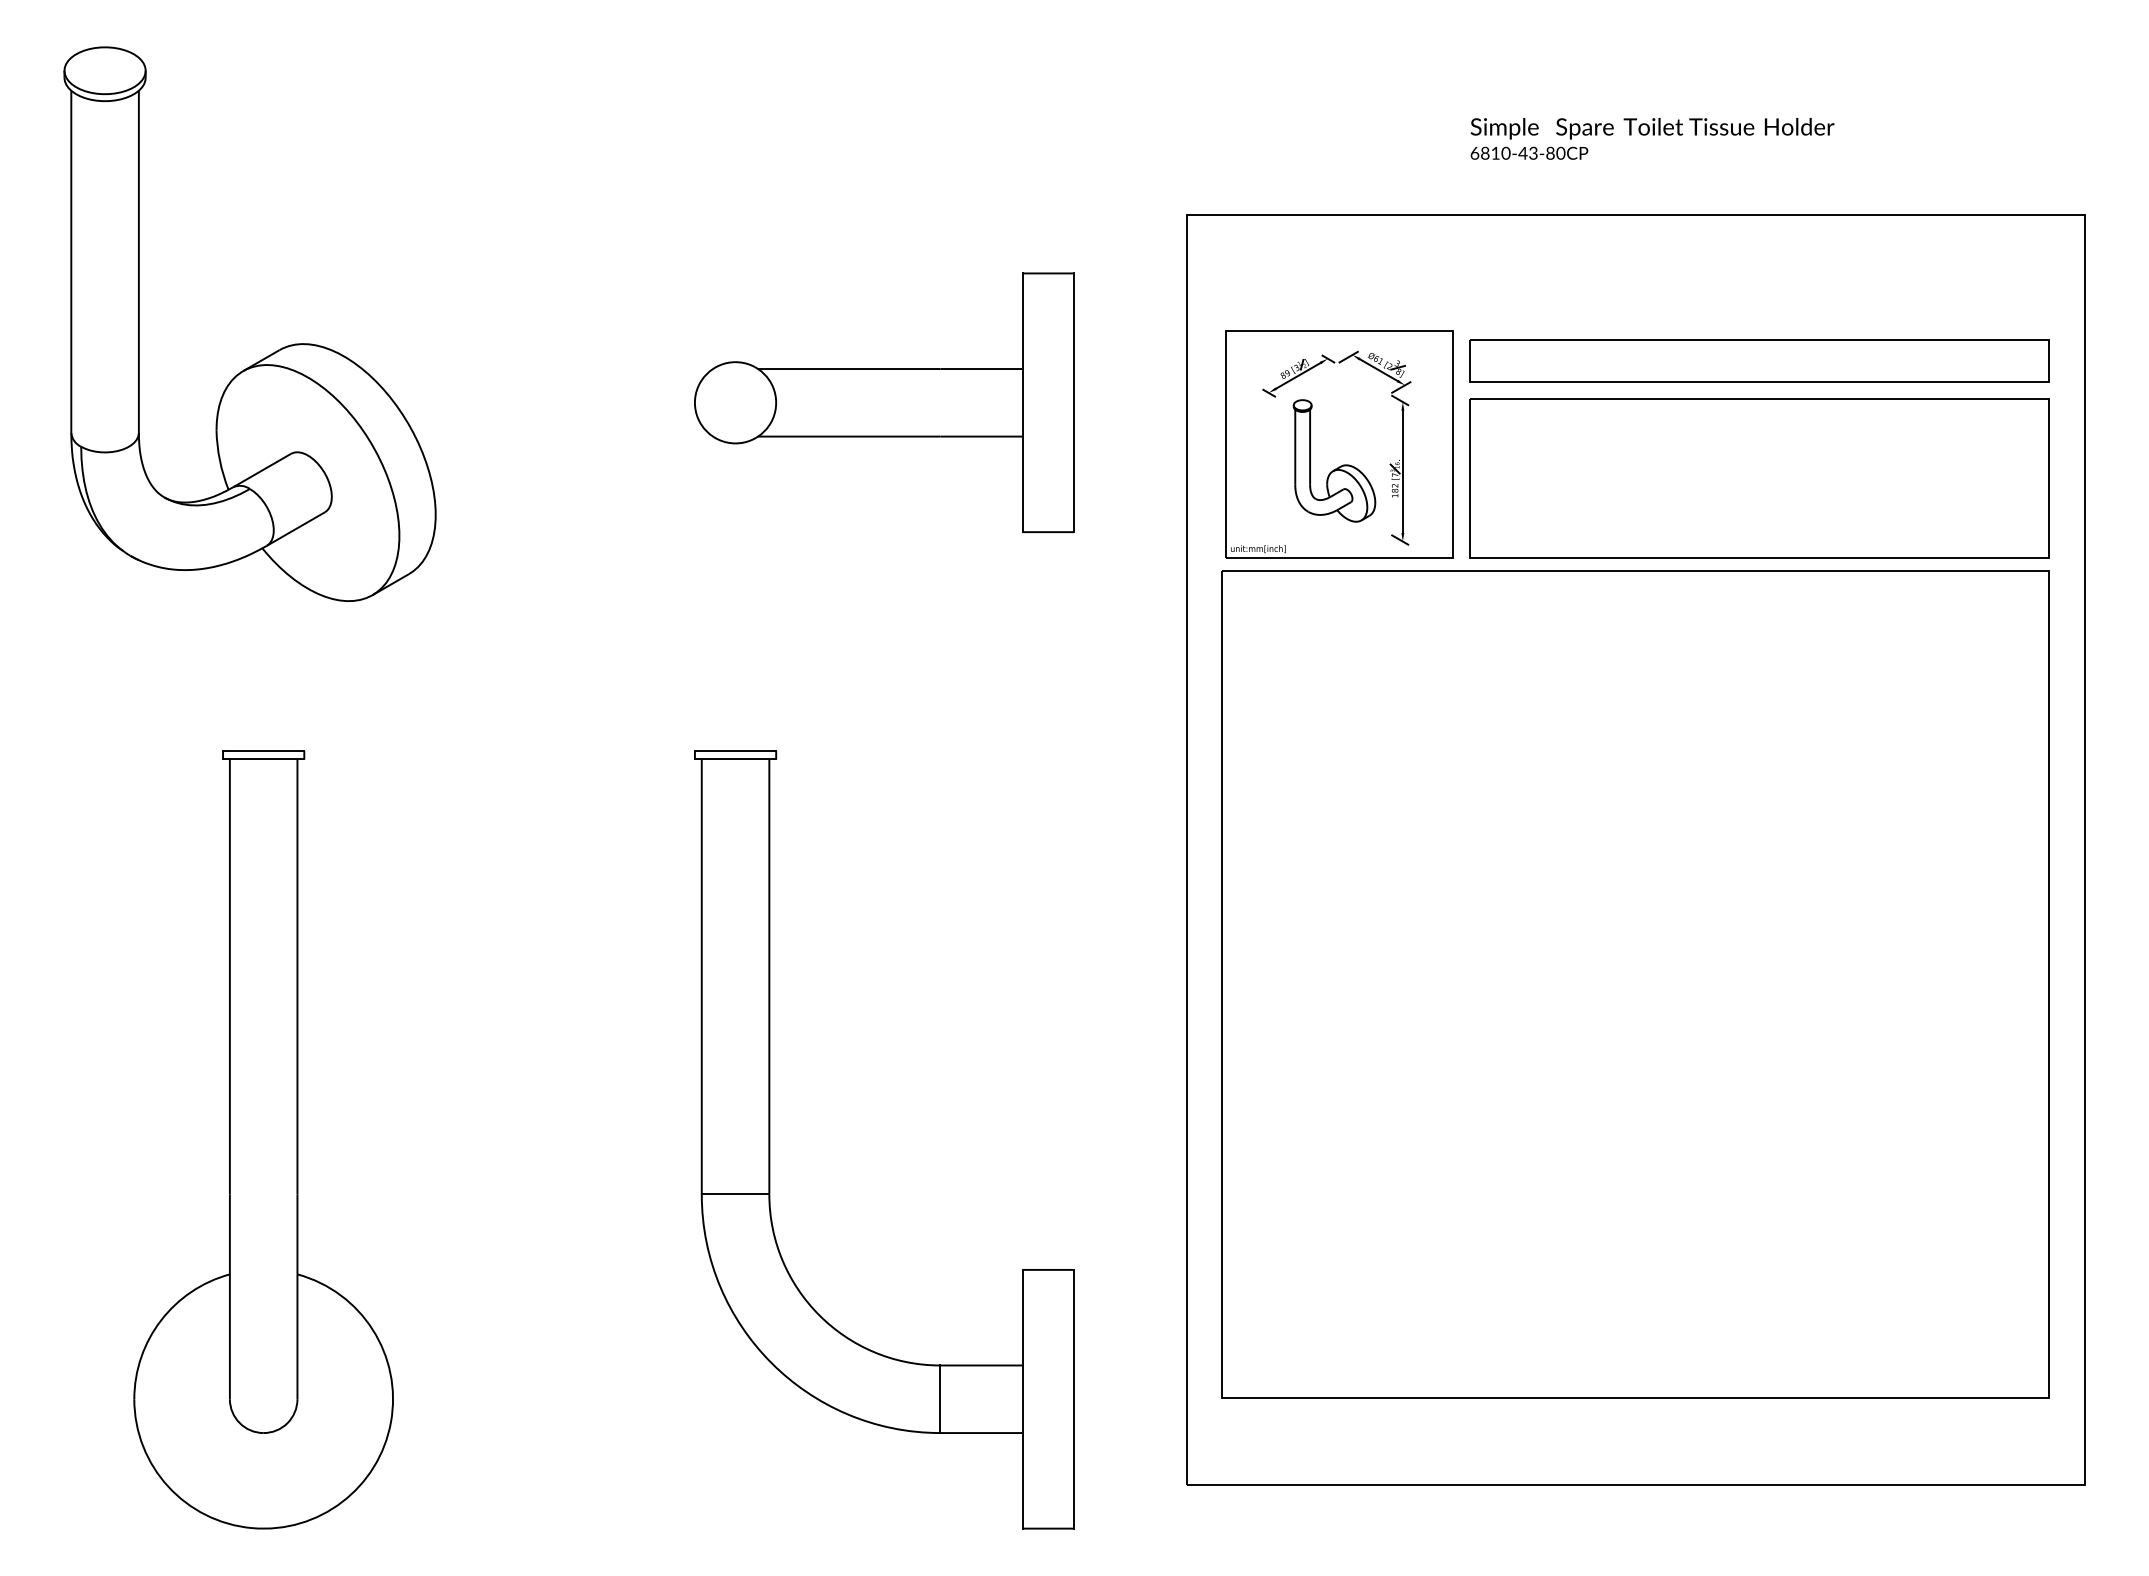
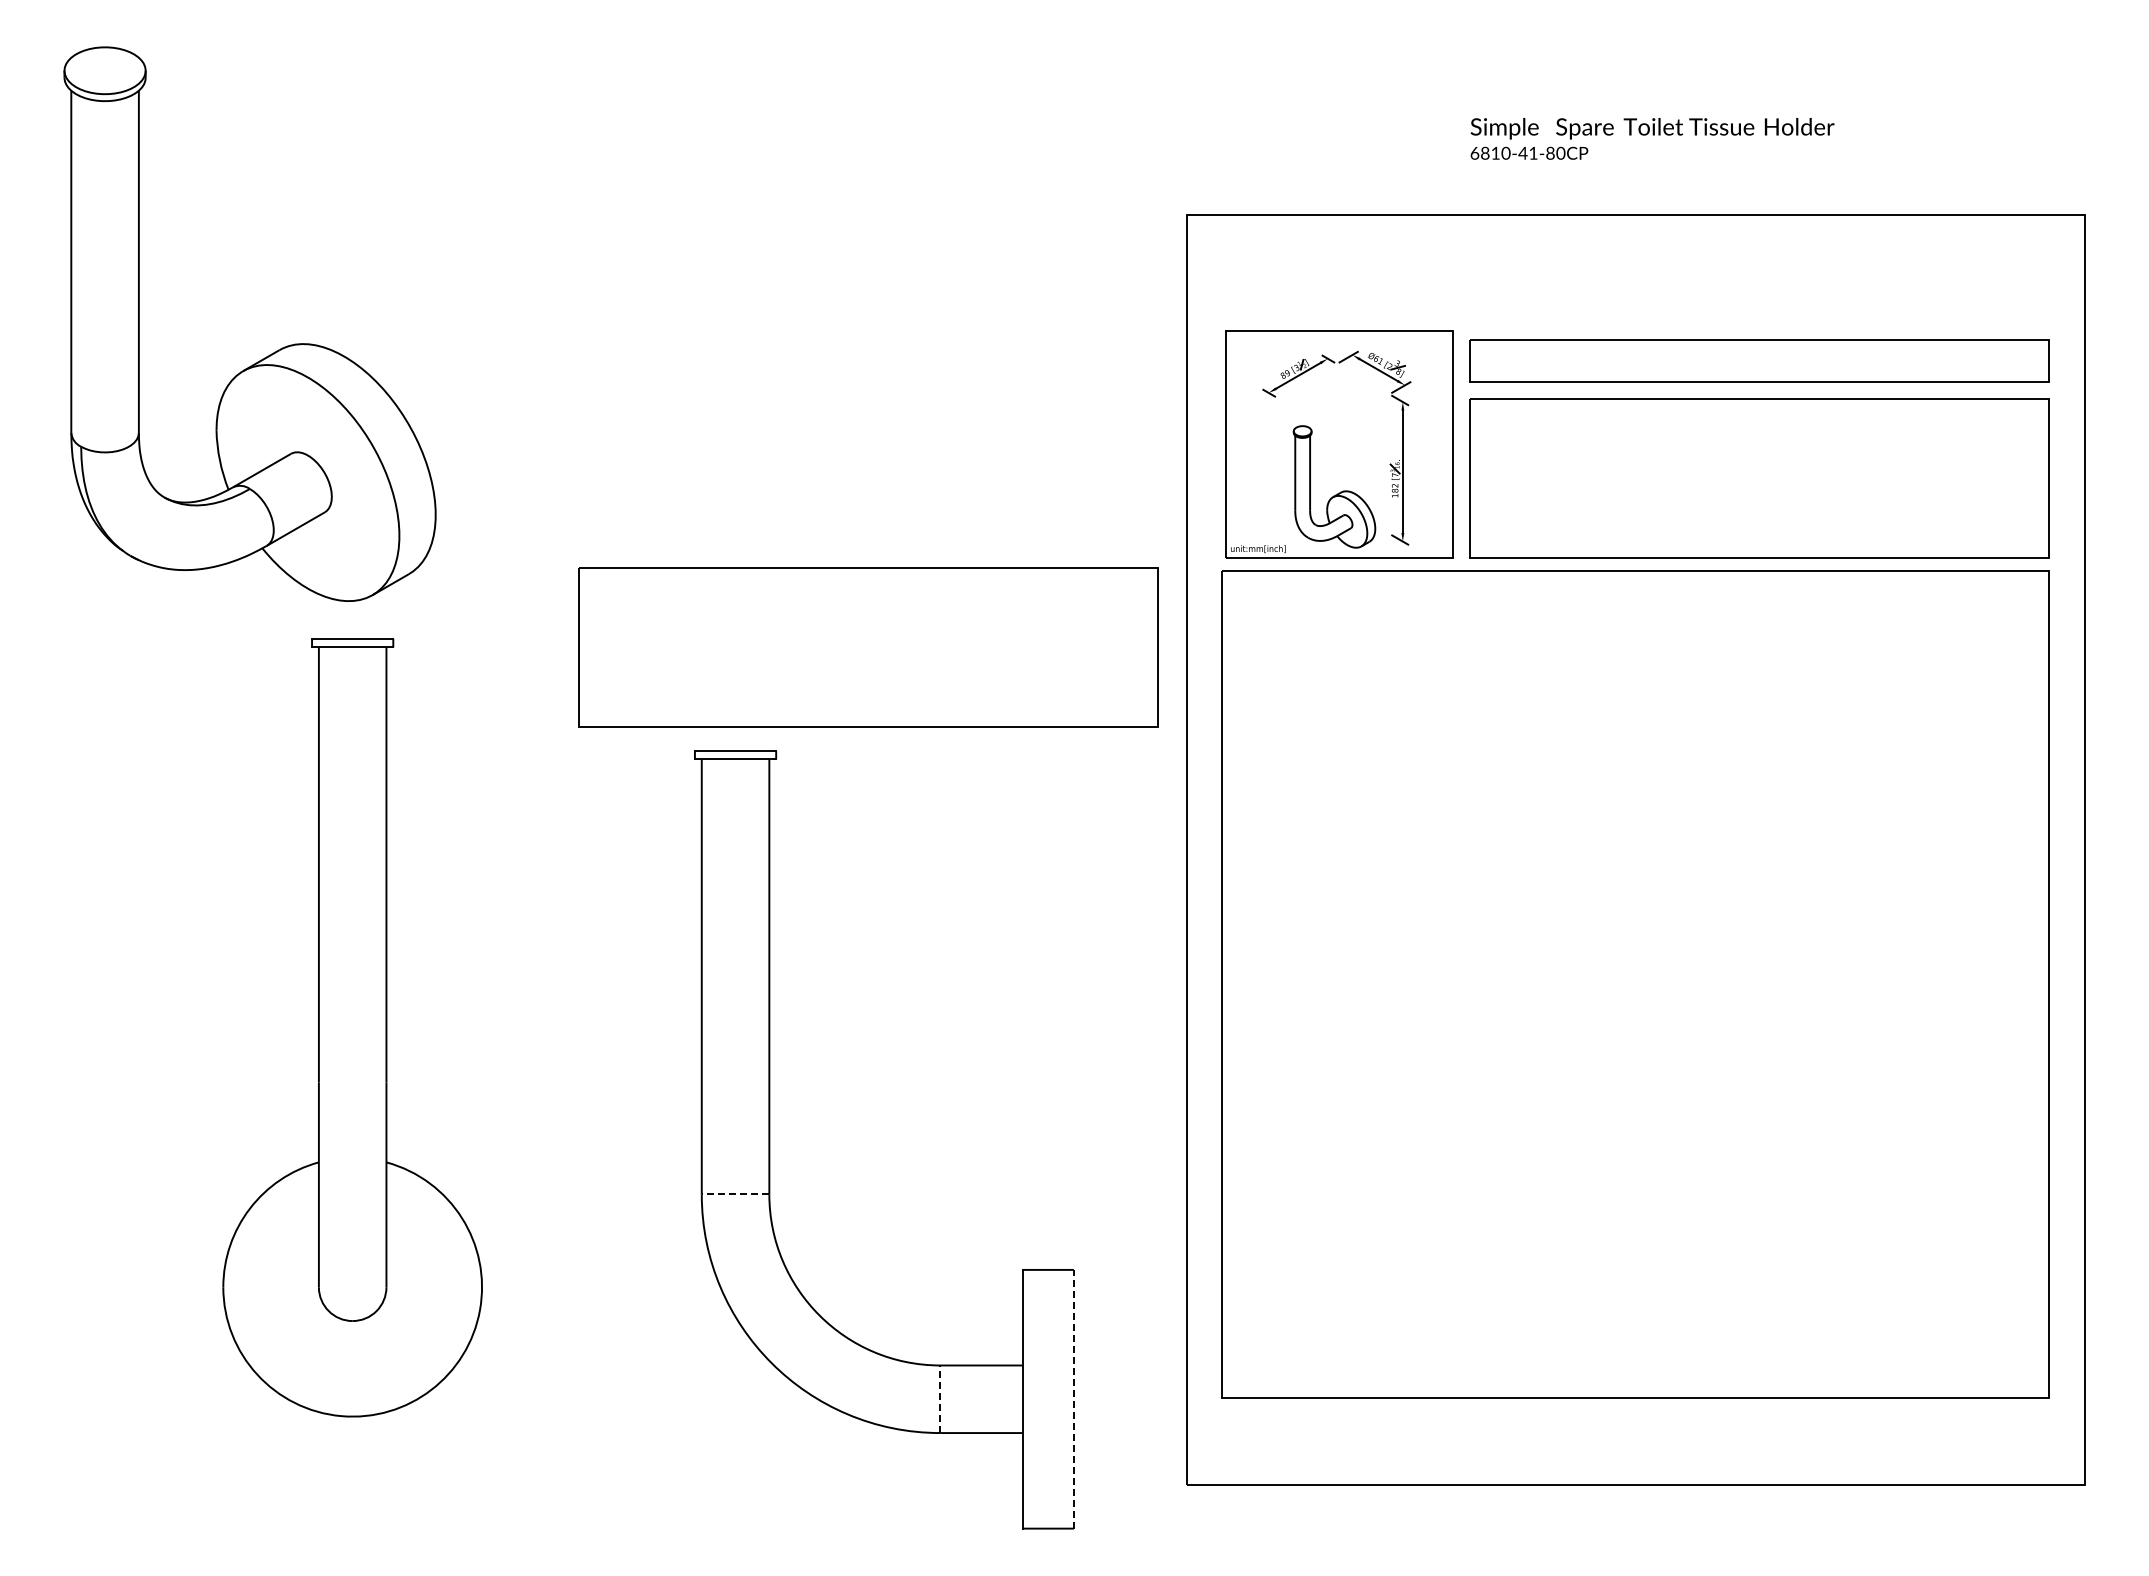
text at (1533, 152): 6810-43-80CP -> 6810-41-80CP
part at (884, 402): present -> none
part at (1337, 467) position: (1337, 467) -> (1337, 493)
part at (868, 647): none -> present
part at (263, 1139) position: (263, 1139) -> (352, 1027)
line at (735, 1194): solid -> dashed
line at (1073, 1398): solid -> dashed
line at (940, 1399): solid -> dashed
